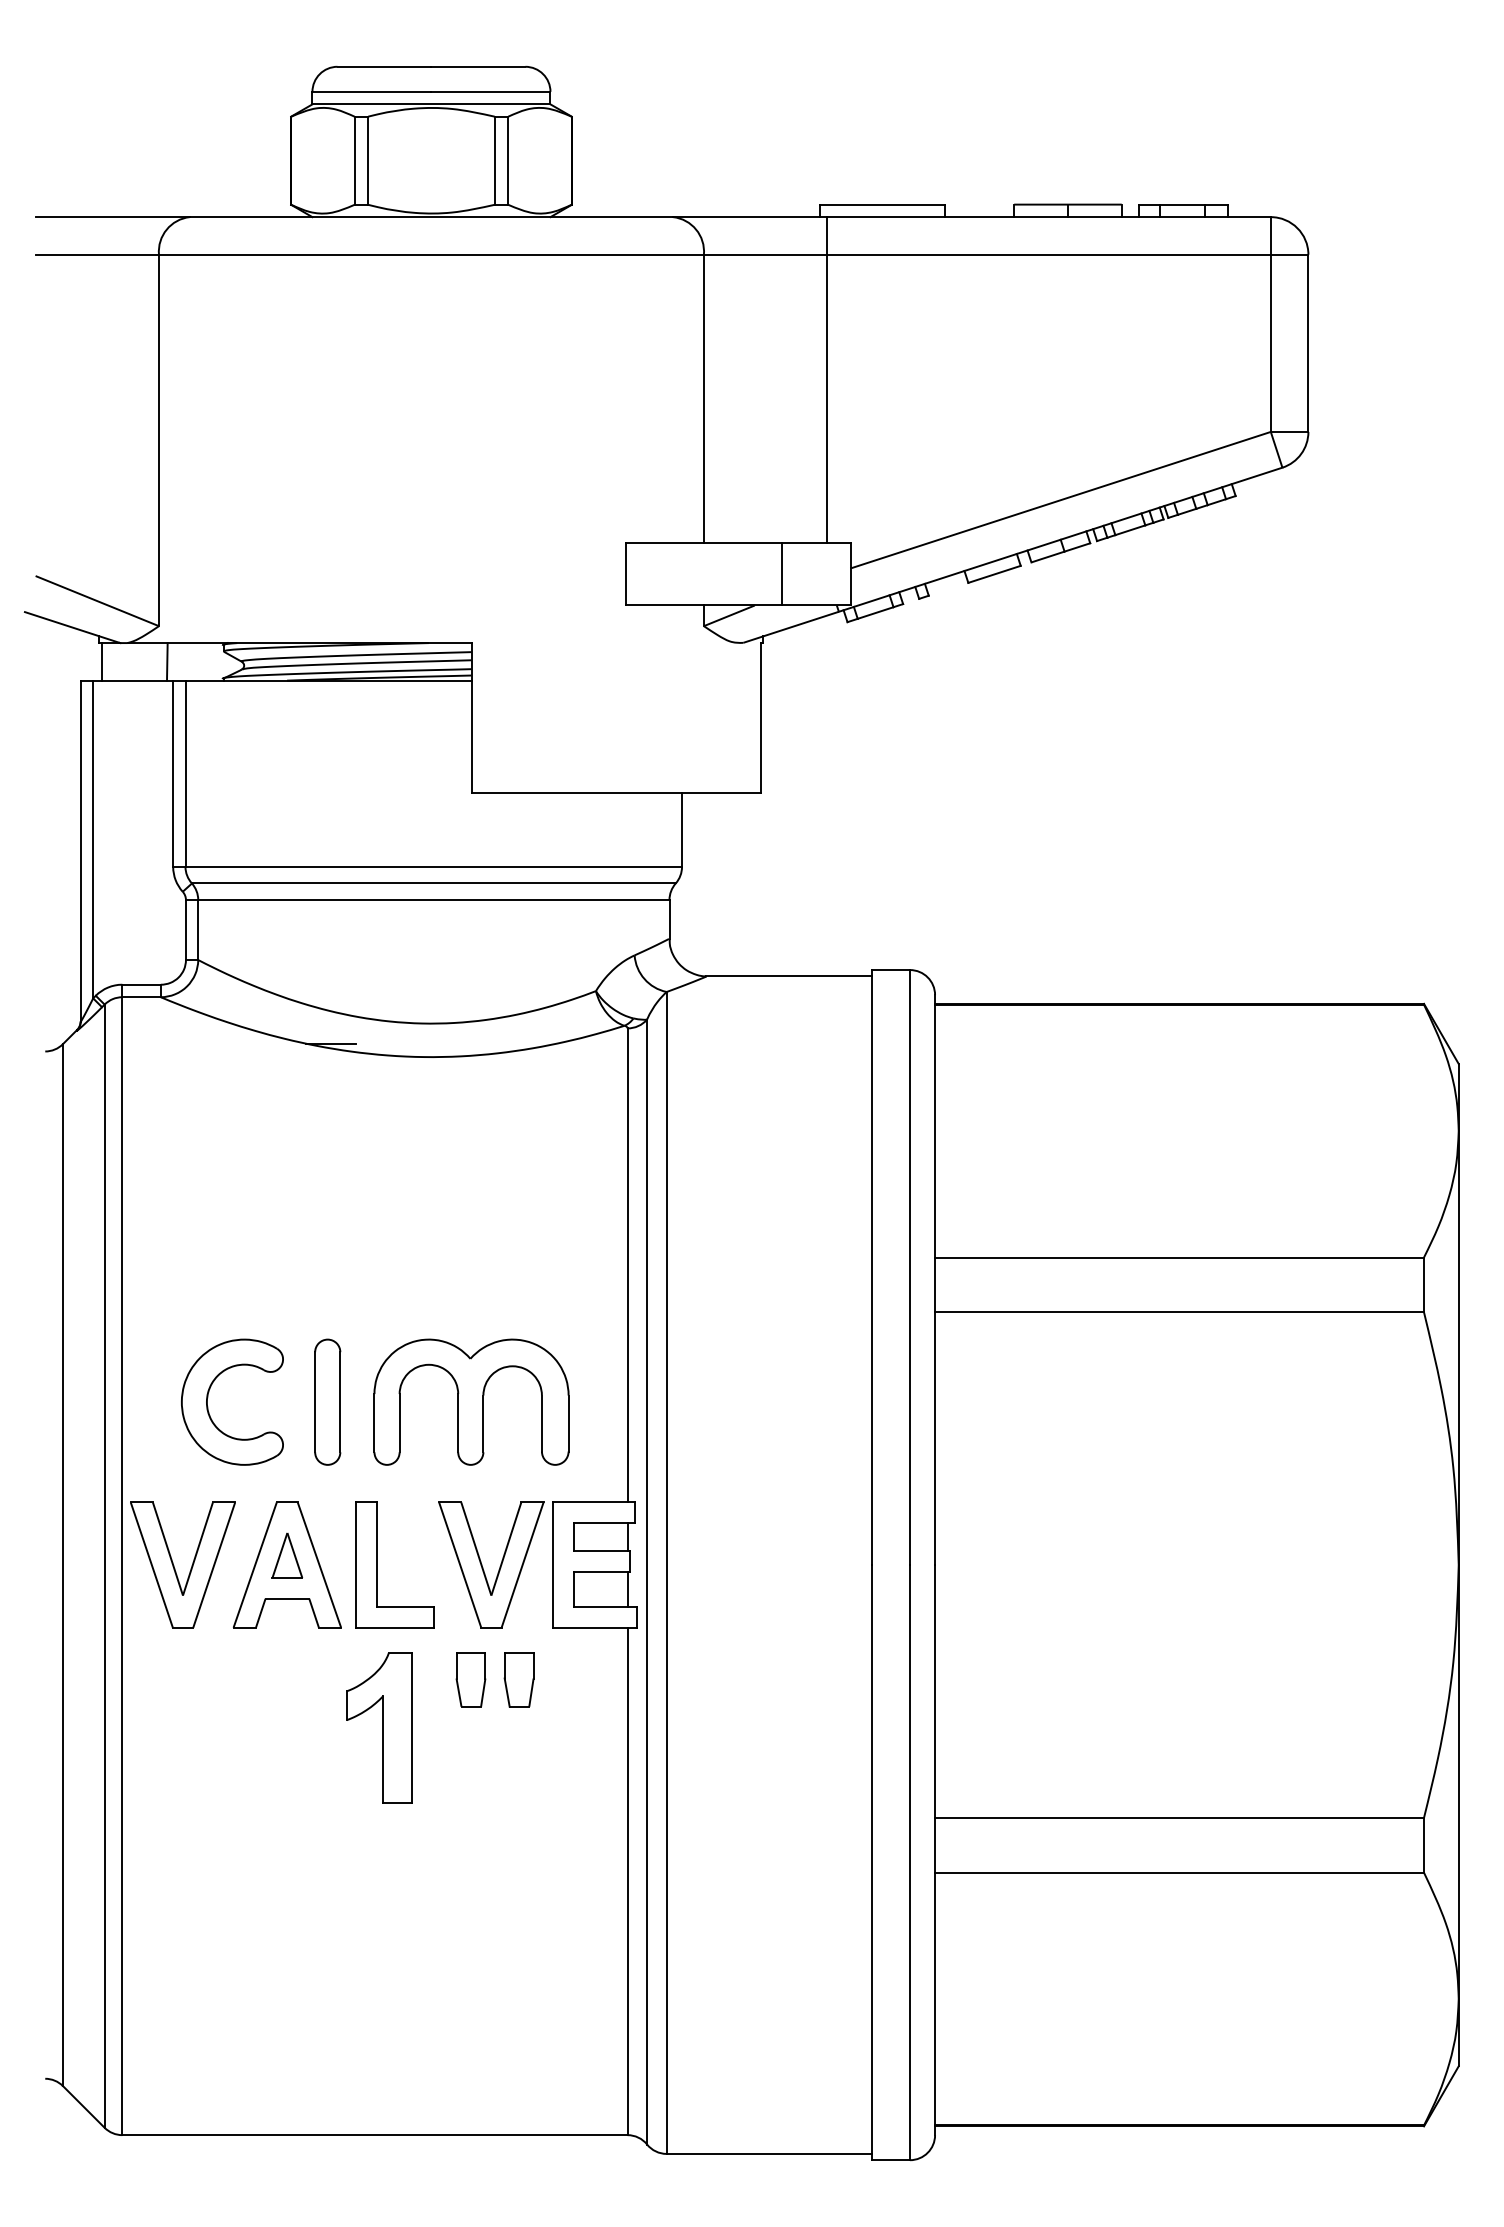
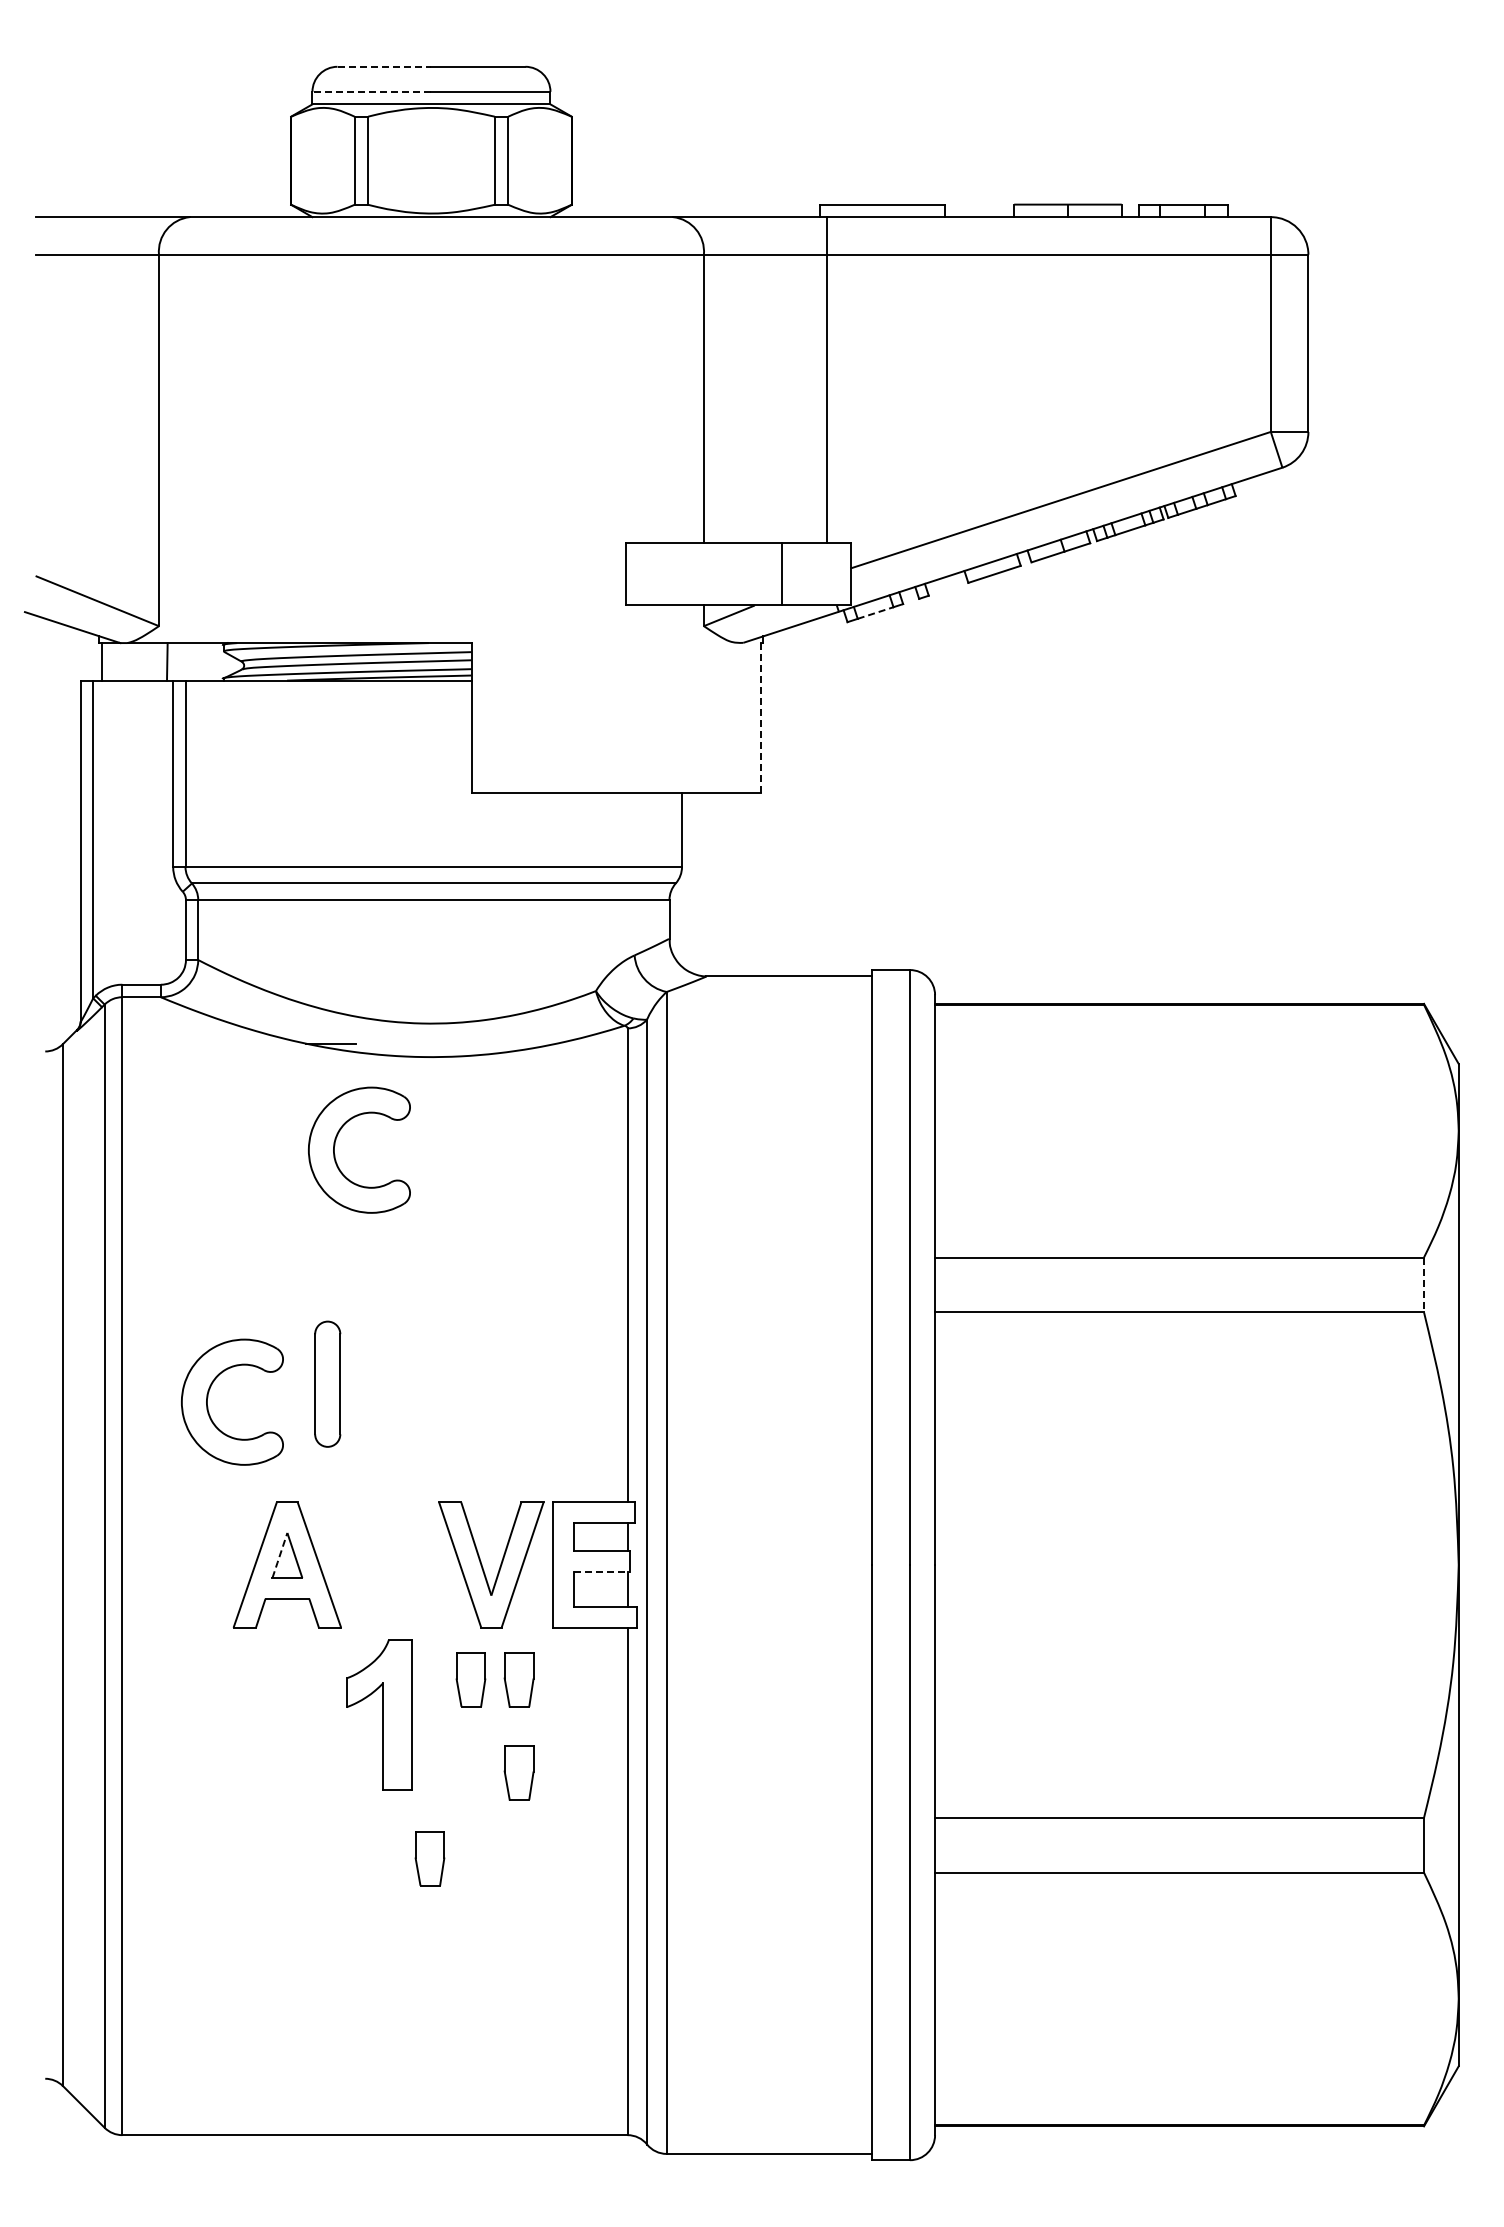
line at (384, 66): solid -> dashed
line at (371, 91): solid -> dashed
line at (875, 613): solid -> dashed
line at (760, 717): solid -> dashed
part at (335, 1145): none -> present
line at (1424, 1285): solid -> dashed
part at (327, 1401) position: (327, 1401) -> (327, 1383)
part at (471, 1401): present -> none
line at (279, 1555): solid -> dashed
part at (377, 1564): present -> none
part at (174, 1565): present -> none
line at (602, 1571): solid -> dashed
part at (379, 1727) position: (379, 1727) -> (379, 1714)
part at (518, 1772): none -> present
part at (429, 1858): none -> present
